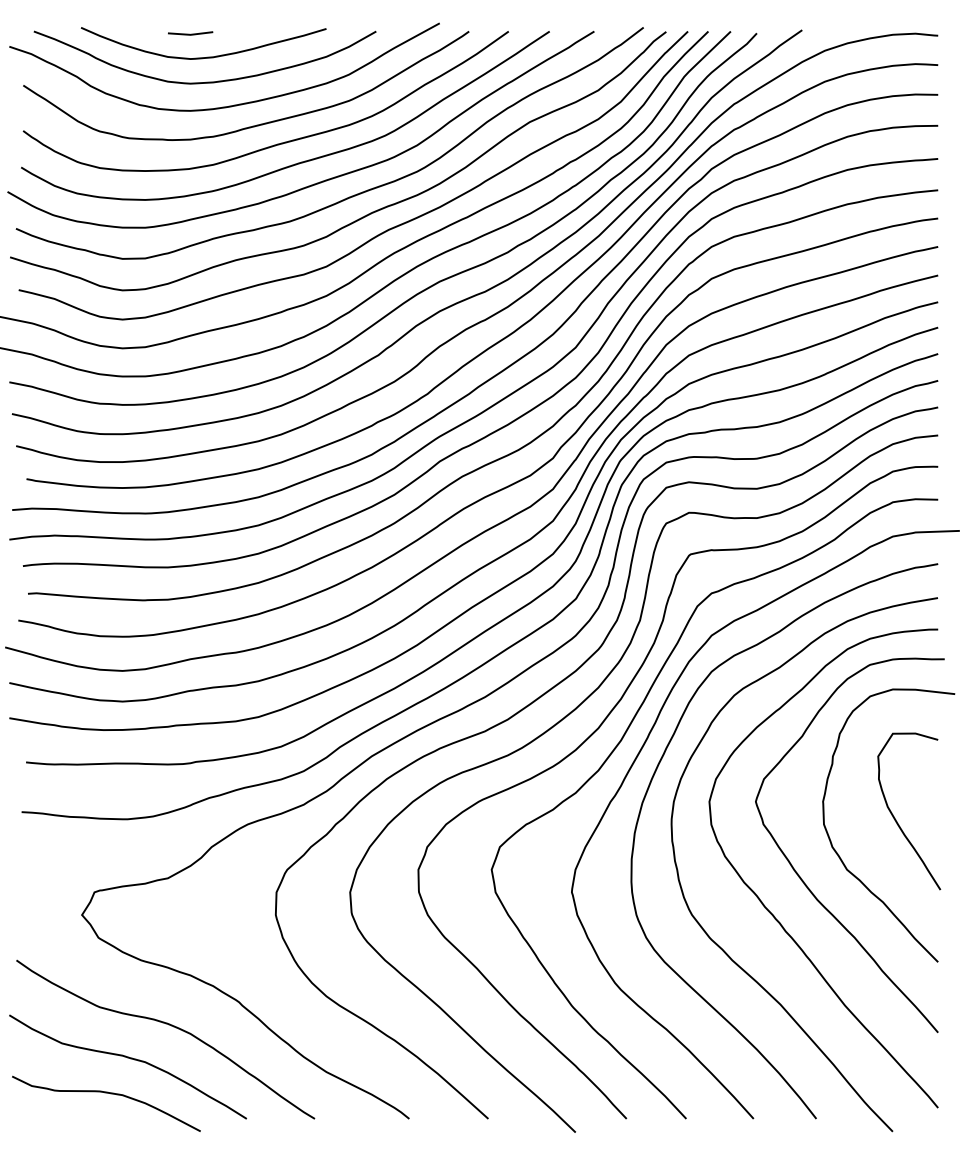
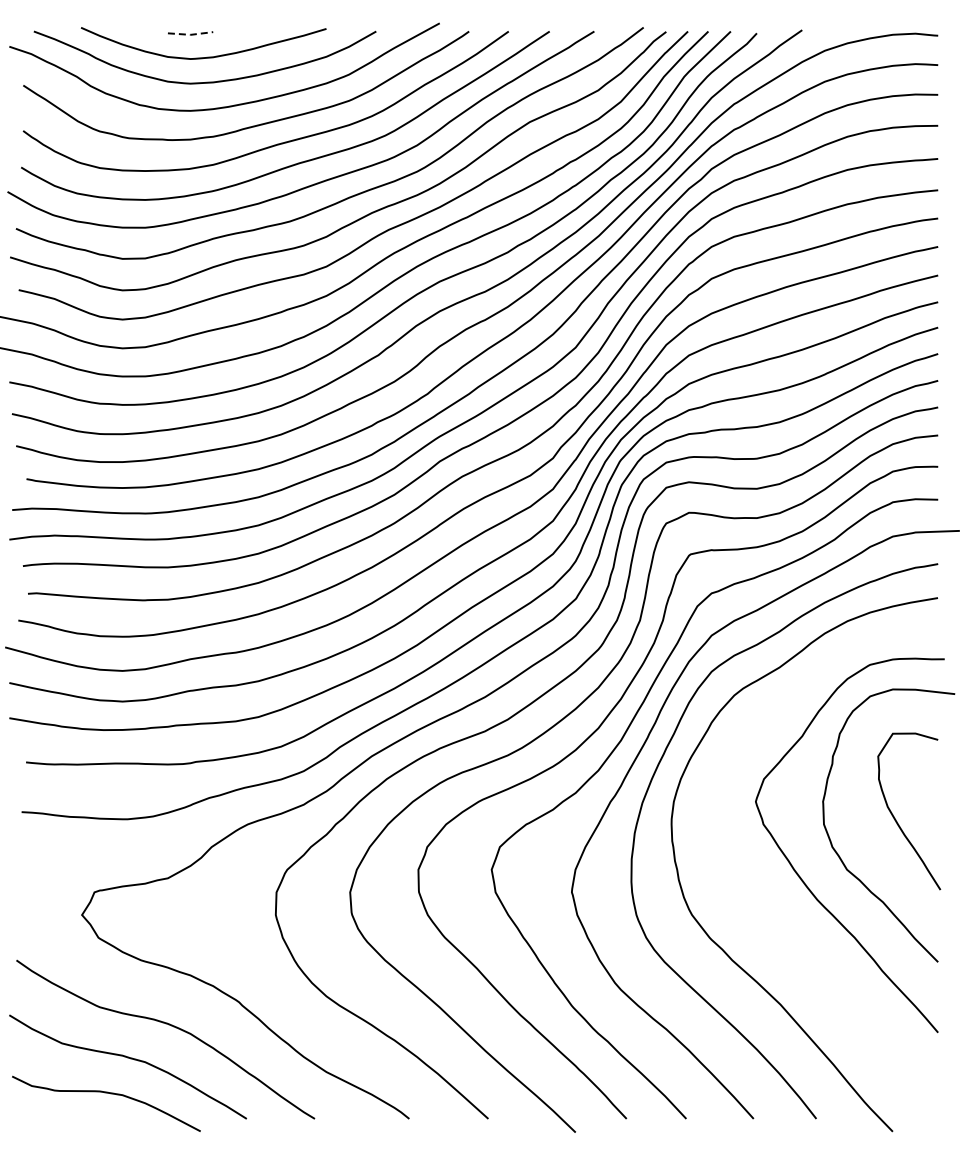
line at (190, 34): solid -> dashed
curve at (774, 915): present -> none
